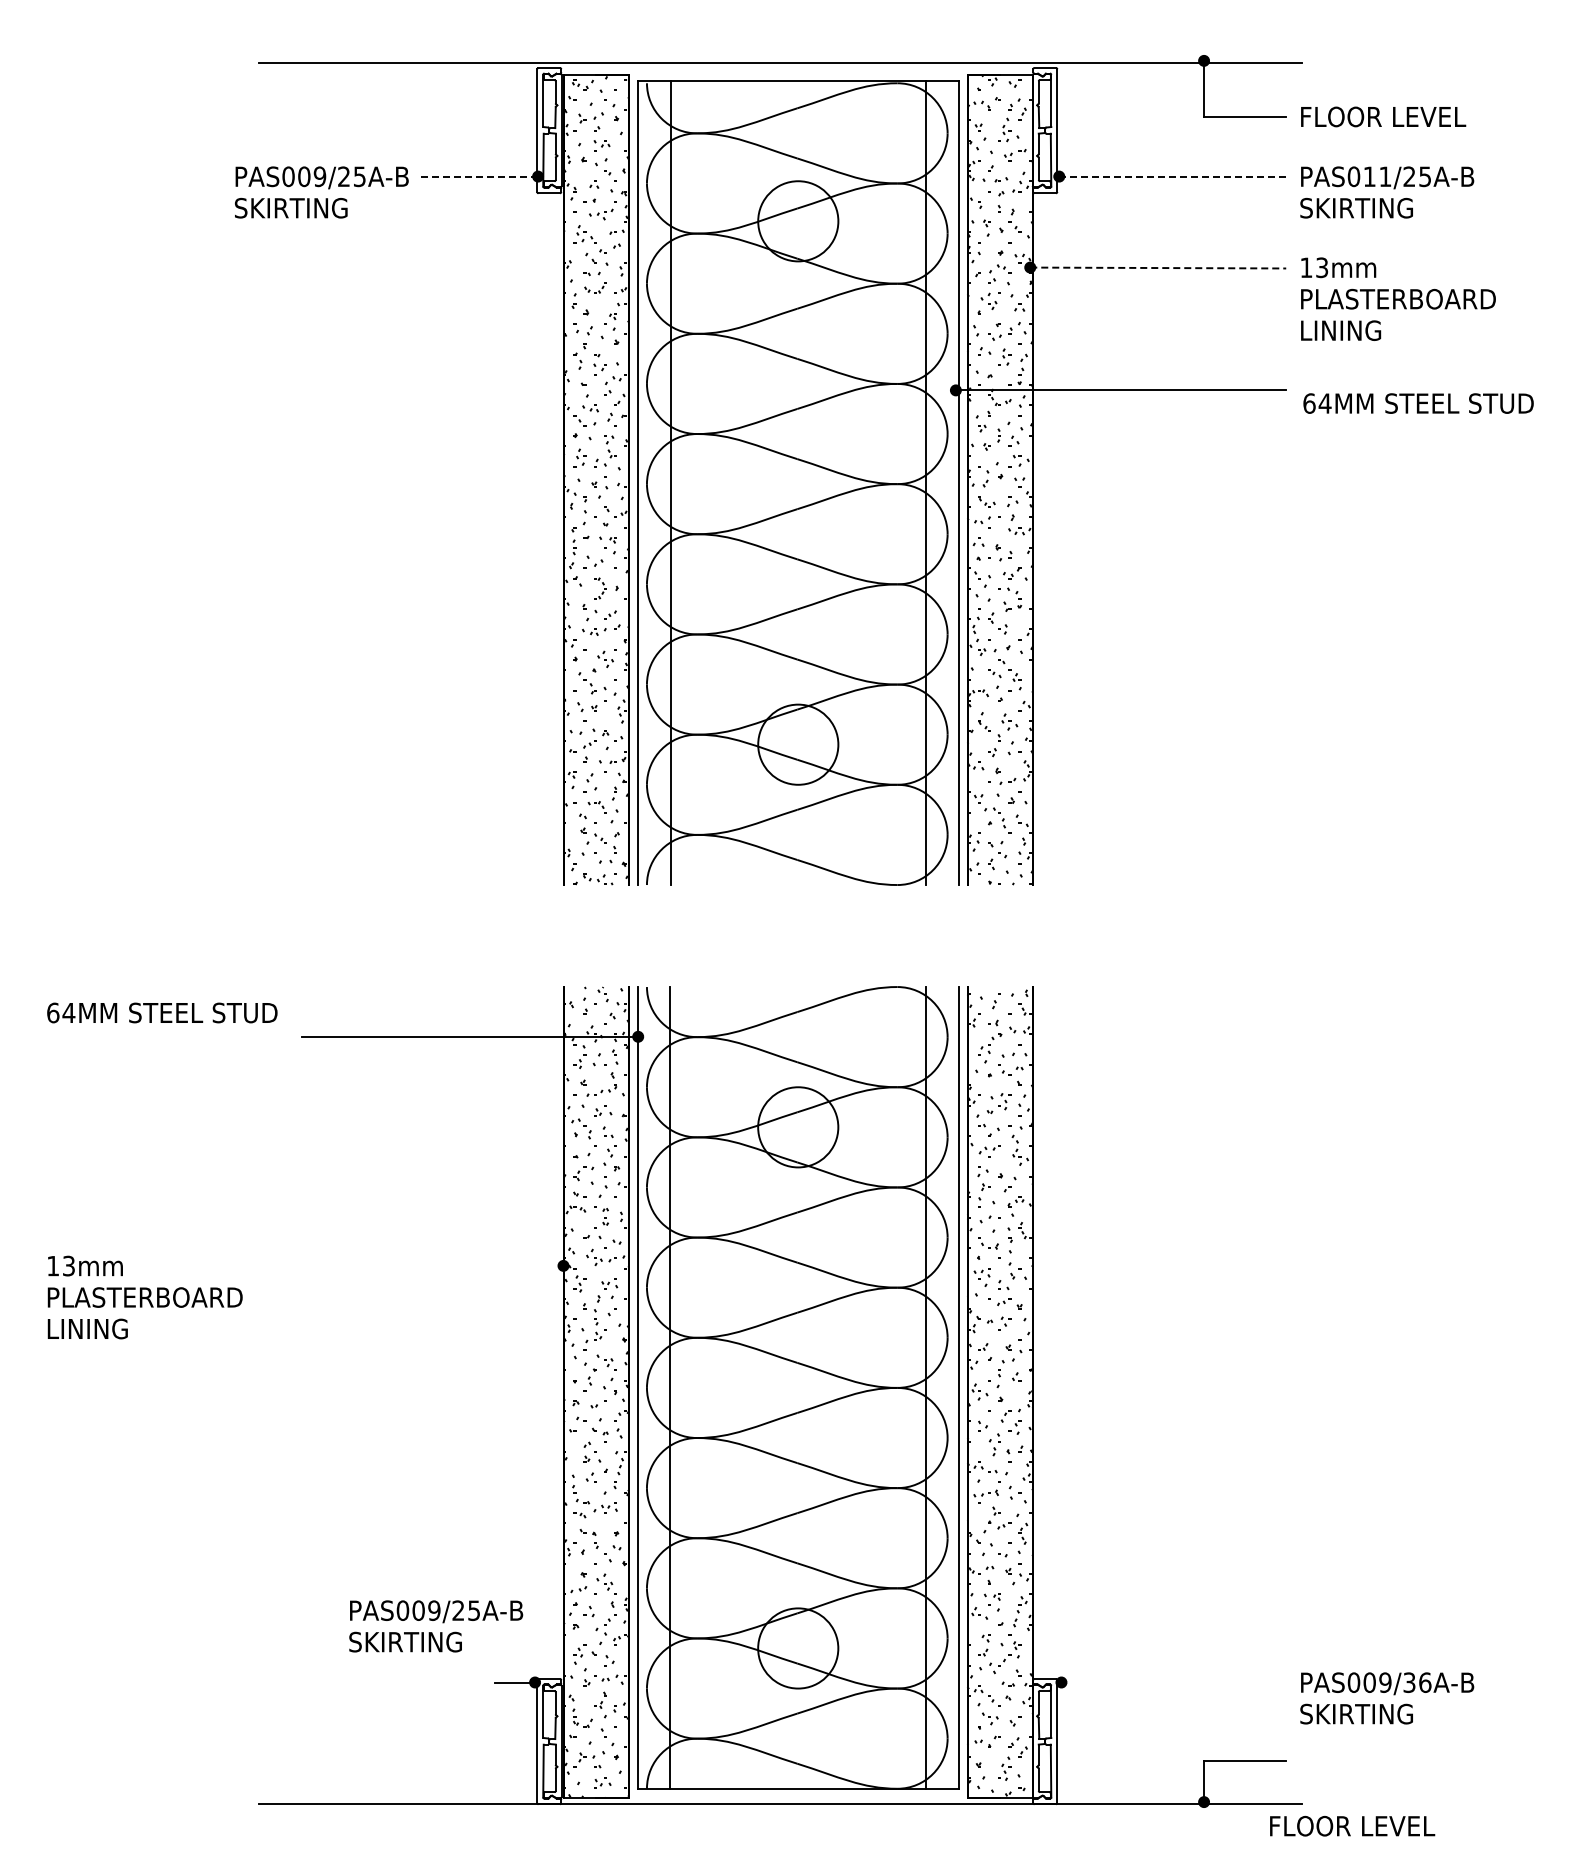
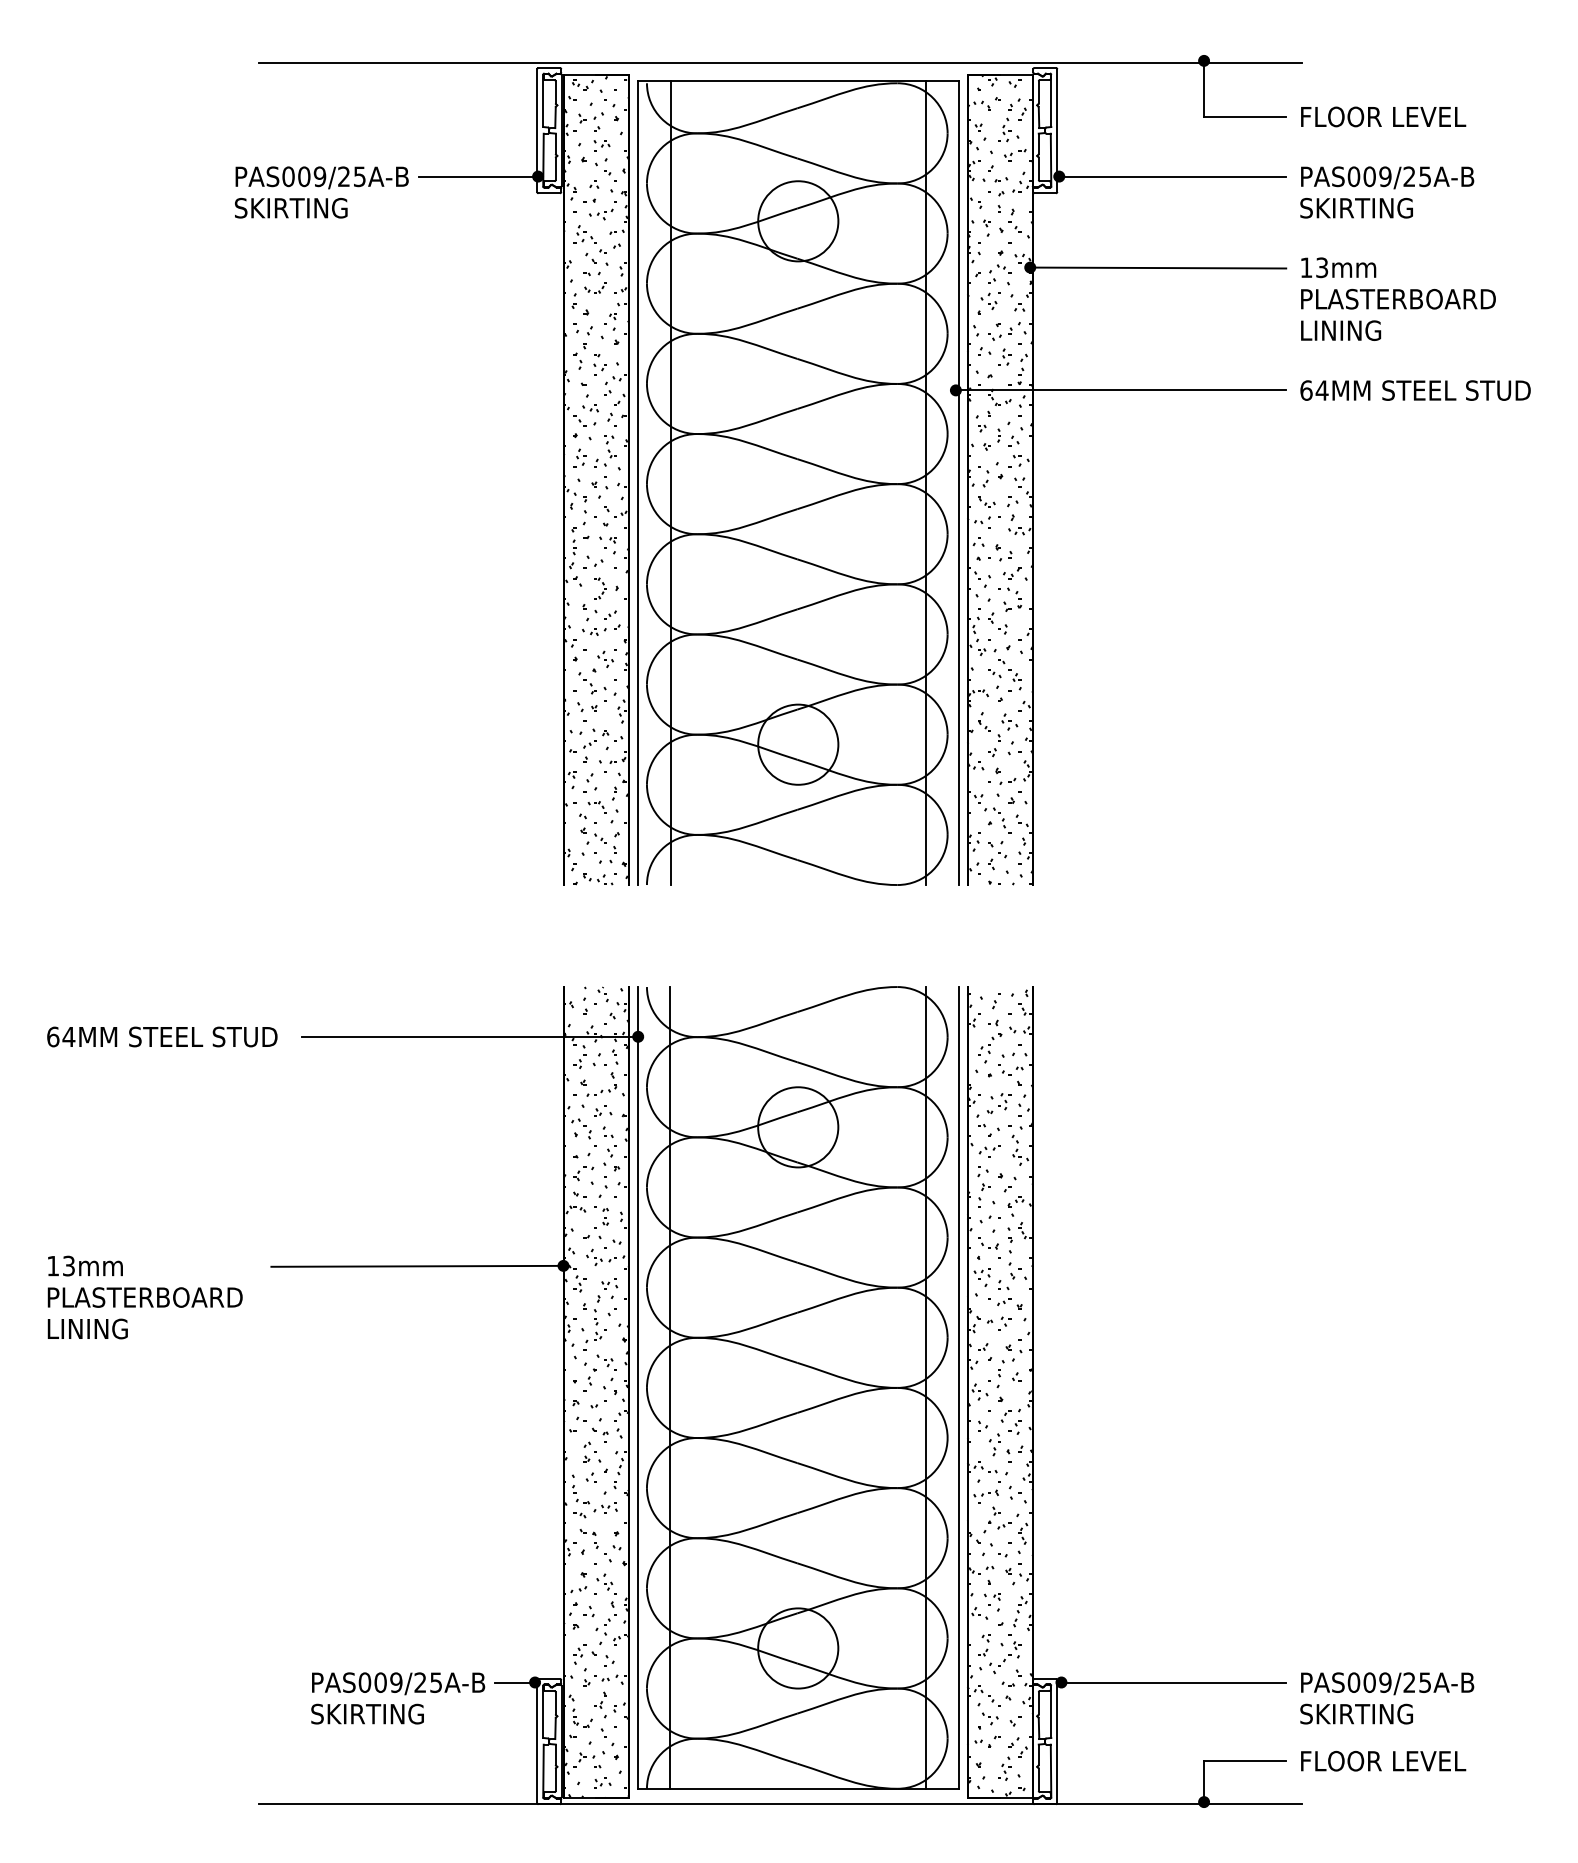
line at (478, 176): dashed -> solid
line at (1173, 176): dashed -> solid
text at (1377, 176): PAS011/25A-B -> PAS009/25A-B
line at (1158, 268): dashed -> solid
text at (1418, 403) position: (1418, 403) -> (1415, 390)
text at (162, 1012) position: (162, 1012) -> (162, 1036)
line at (417, 1265): none -> present
text at (436, 1626) position: (436, 1626) -> (398, 1698)
line at (1173, 1682): none -> present
text at (1417, 1682): PAS009/36A-B -> PAS009/25A-B
text at (1352, 1825) position: (1352, 1825) -> (1383, 1760)
